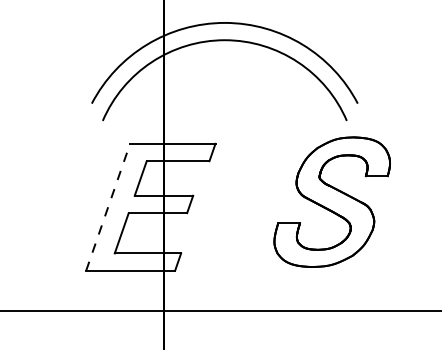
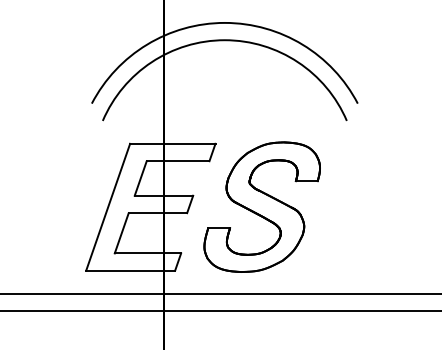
part at (331, 201) position: (331, 201) -> (261, 206)
line at (108, 206): dashed -> solid
line at (219, 293): none -> present
